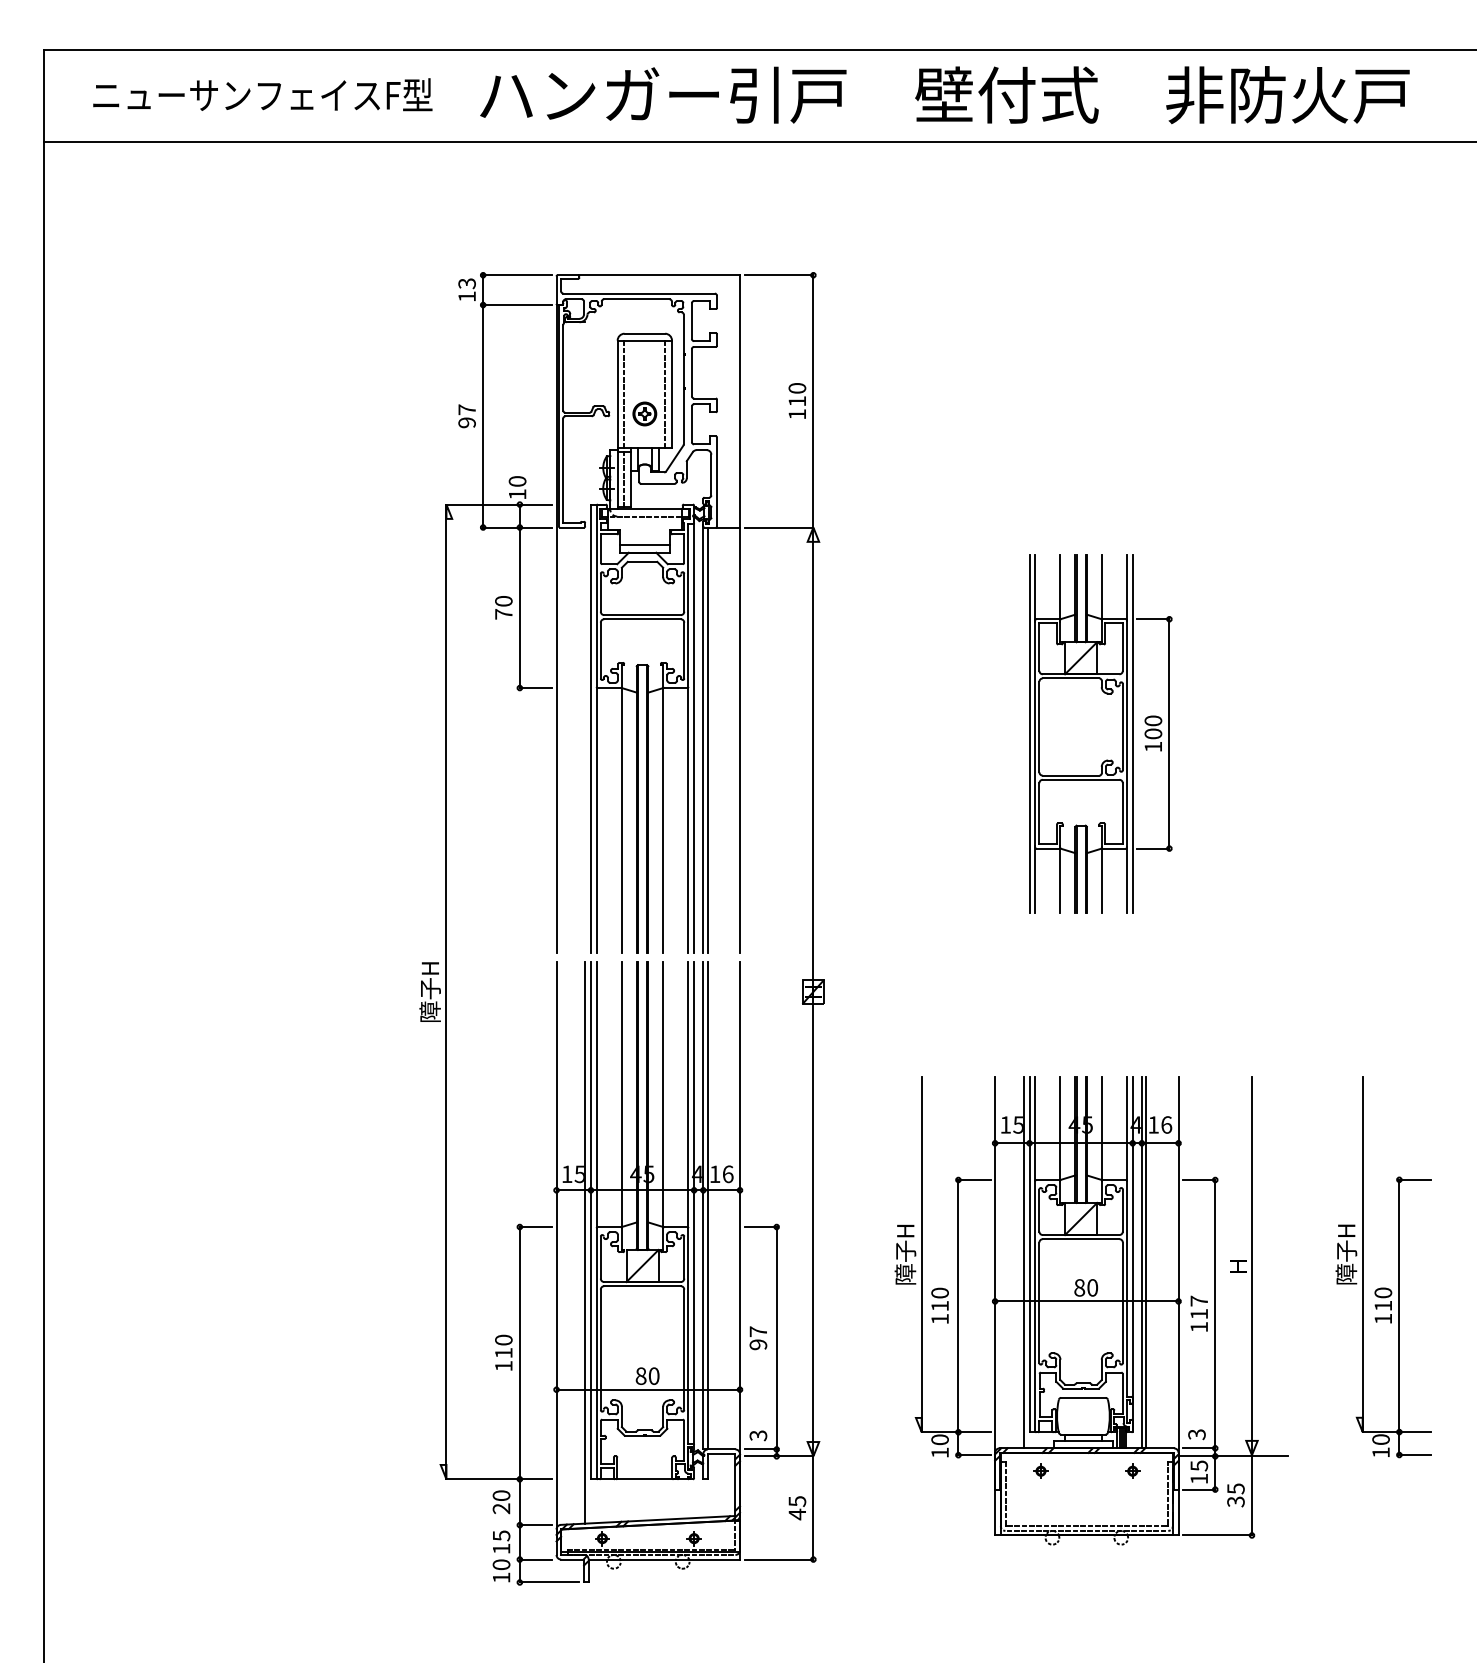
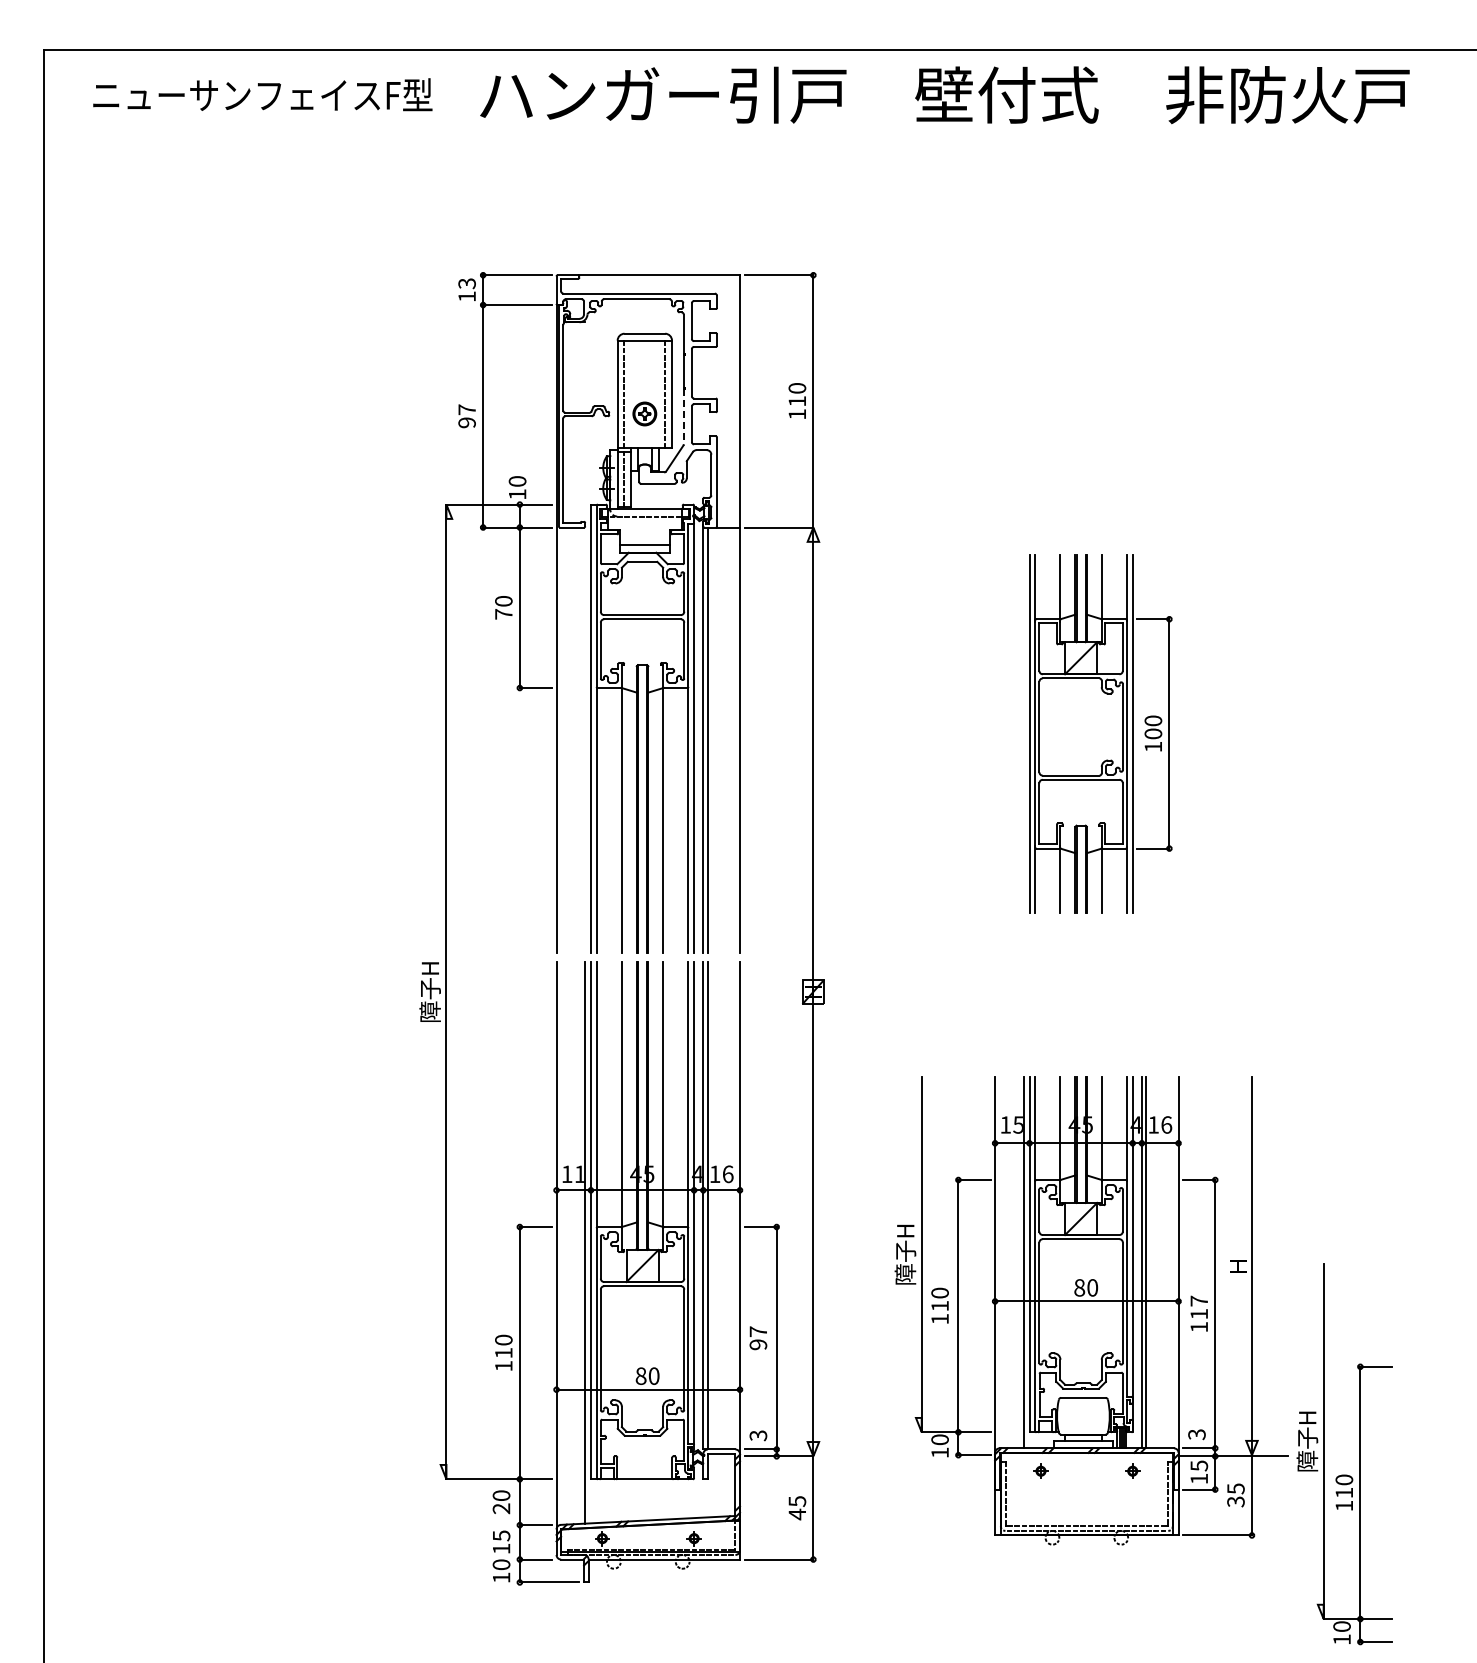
line at (758, 141): present -> none
line at (683, 417): solid -> dashed
text at (578, 1174): 15 -> 11
part at (1398, 1267) position: (1398, 1267) -> (1359, 1454)
